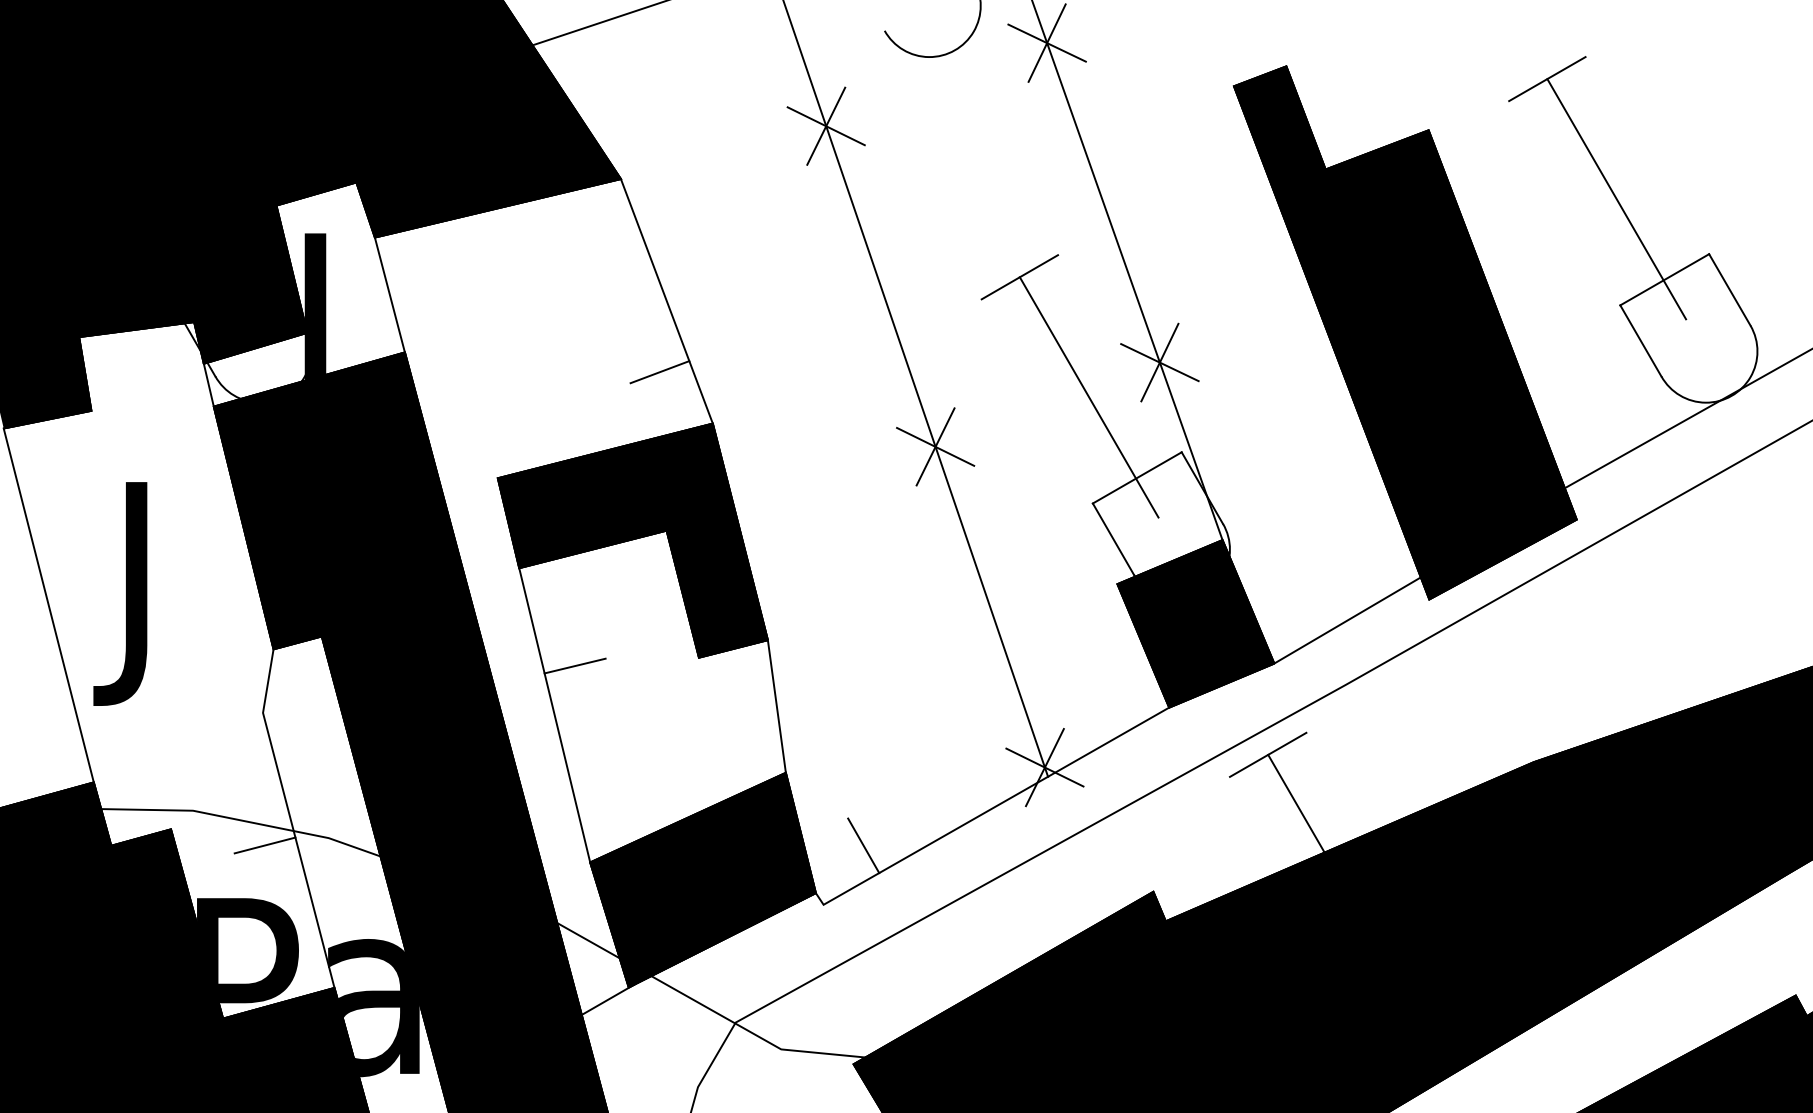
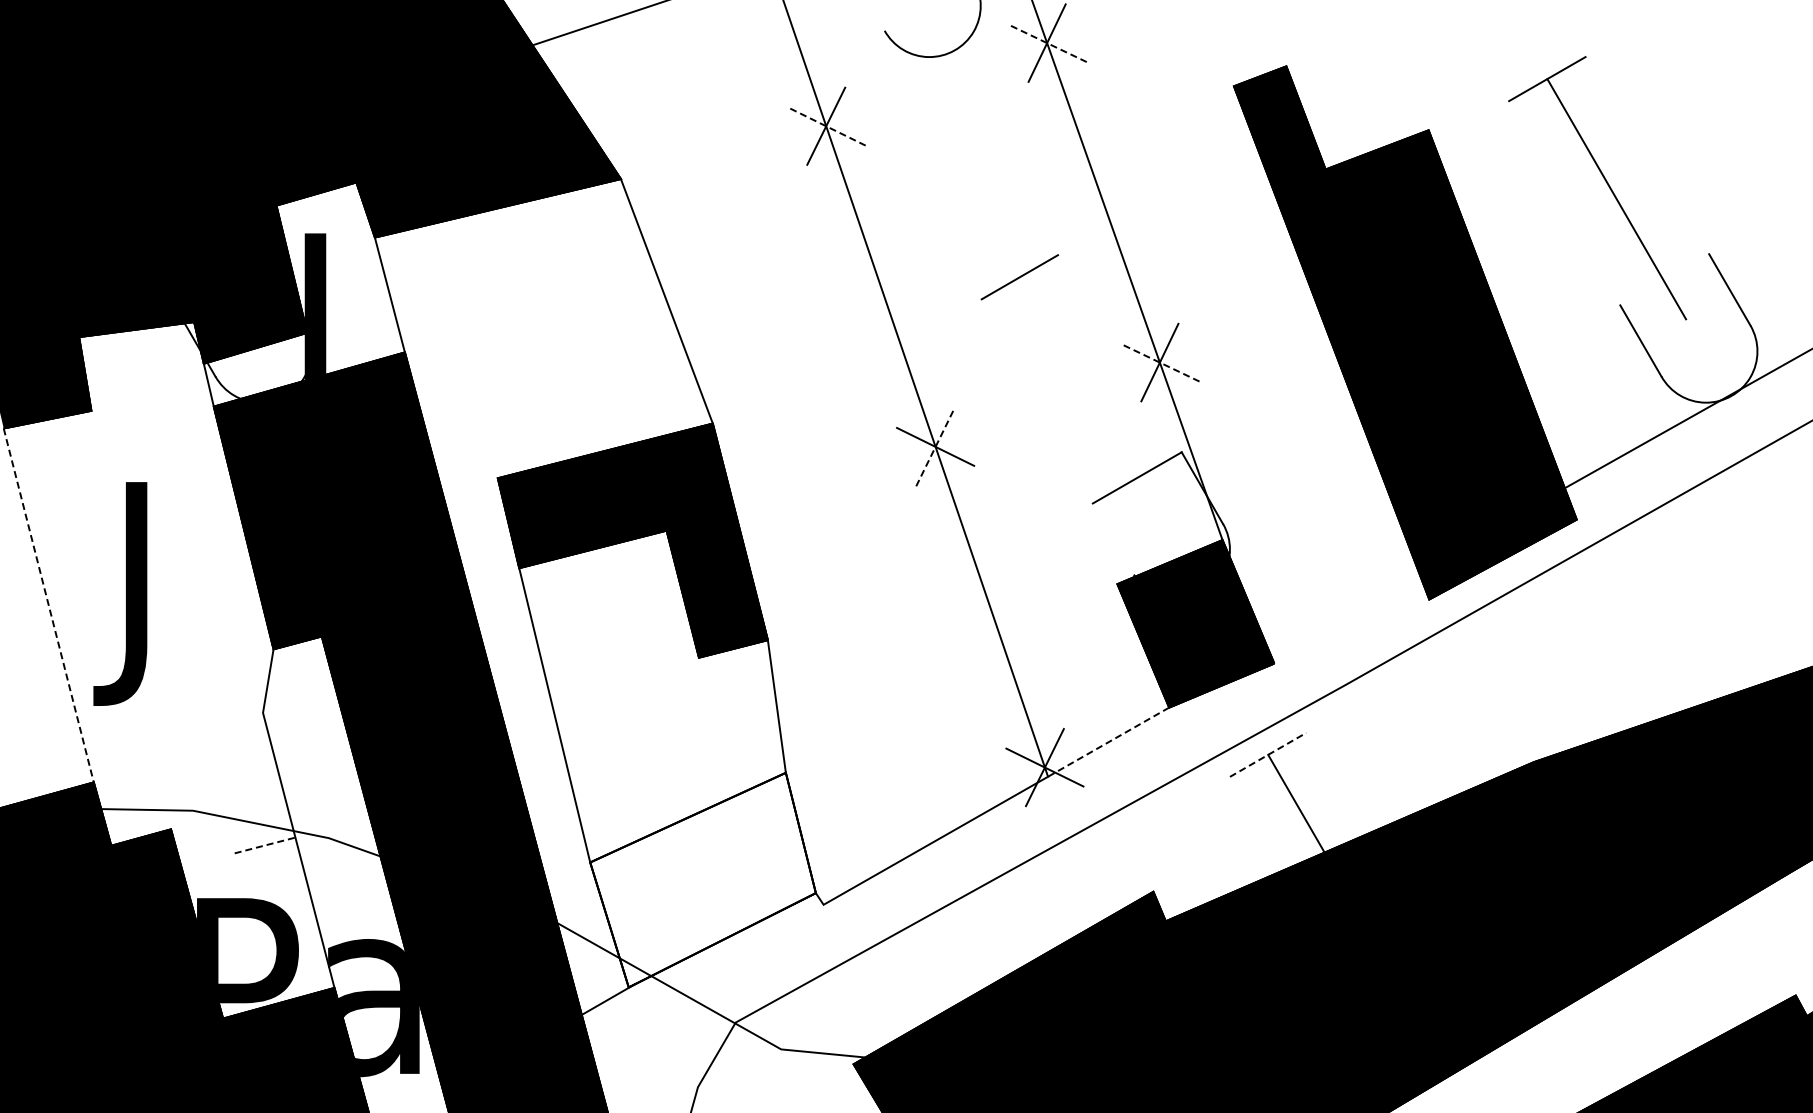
line at (1047, 43): solid -> dashed
line at (826, 126): solid -> dashed
line at (1664, 279): present -> none
line at (1159, 362): solid -> dashed
line at (659, 372): present -> none
line at (1088, 397): present -> none
line at (935, 446): solid -> dashed
line at (1112, 538): present -> none
line at (48, 605): solid -> dashed
line at (1347, 620): present -> none
line at (574, 665): present -> none
line at (1108, 742): solid -> dashed
line at (1268, 754): solid -> dashed
line at (265, 845): solid -> dashed
line at (863, 845): present -> none
fill at (702, 879): present -> none
